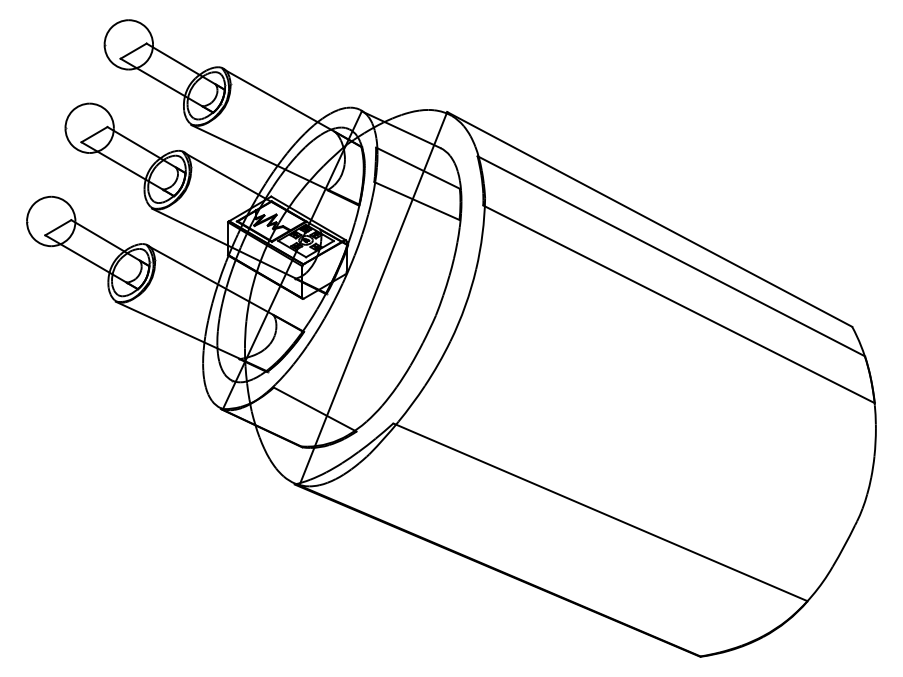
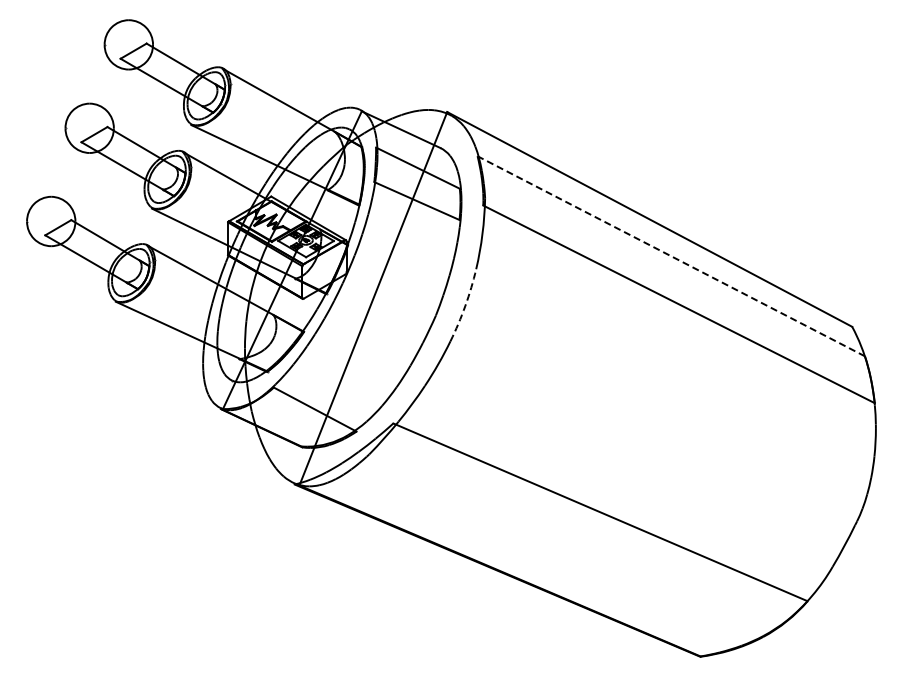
line at (670, 256): solid -> dashed
arc at (465, 305): solid -> dashed
